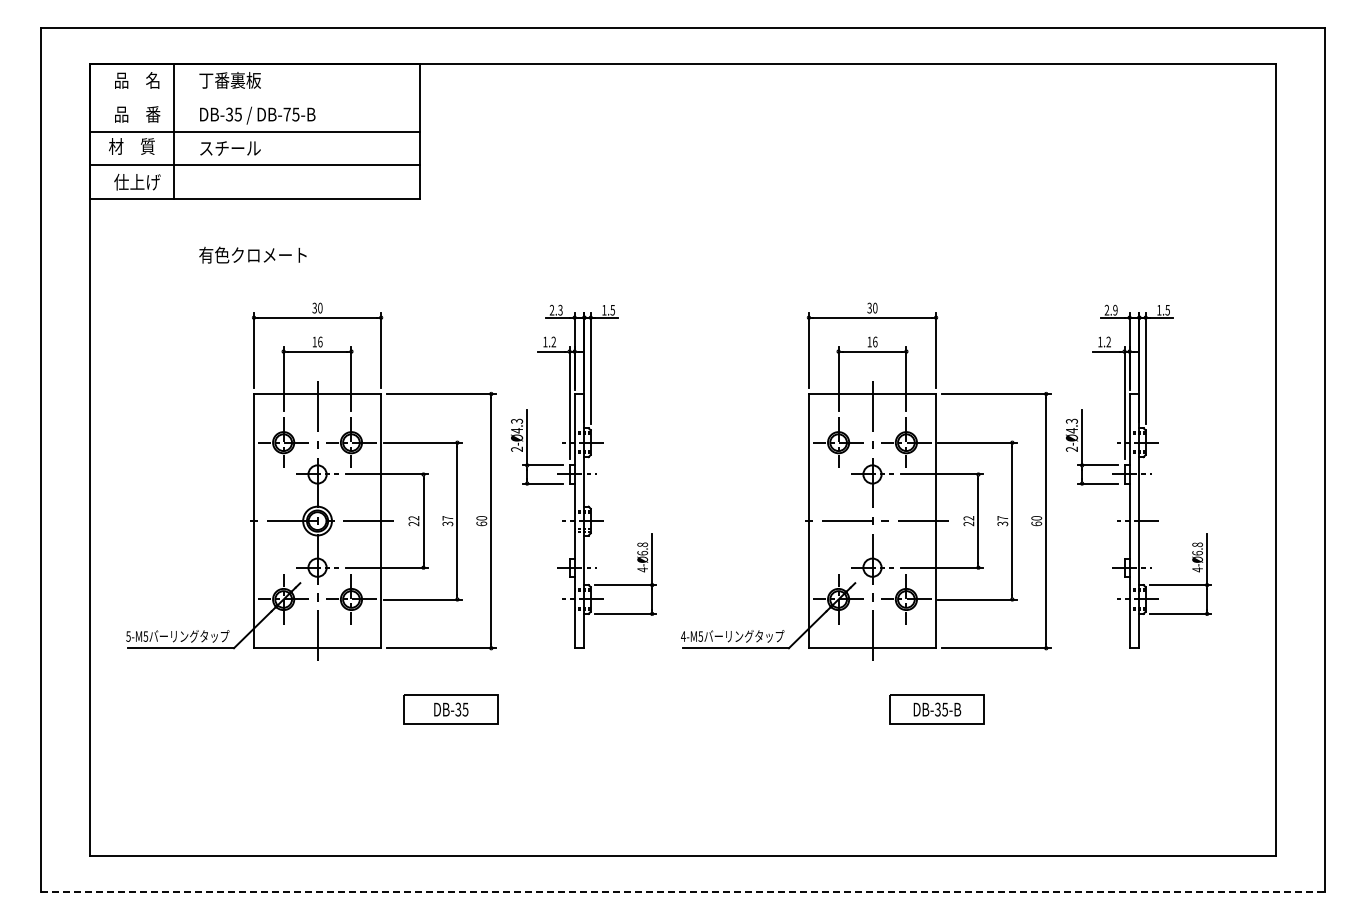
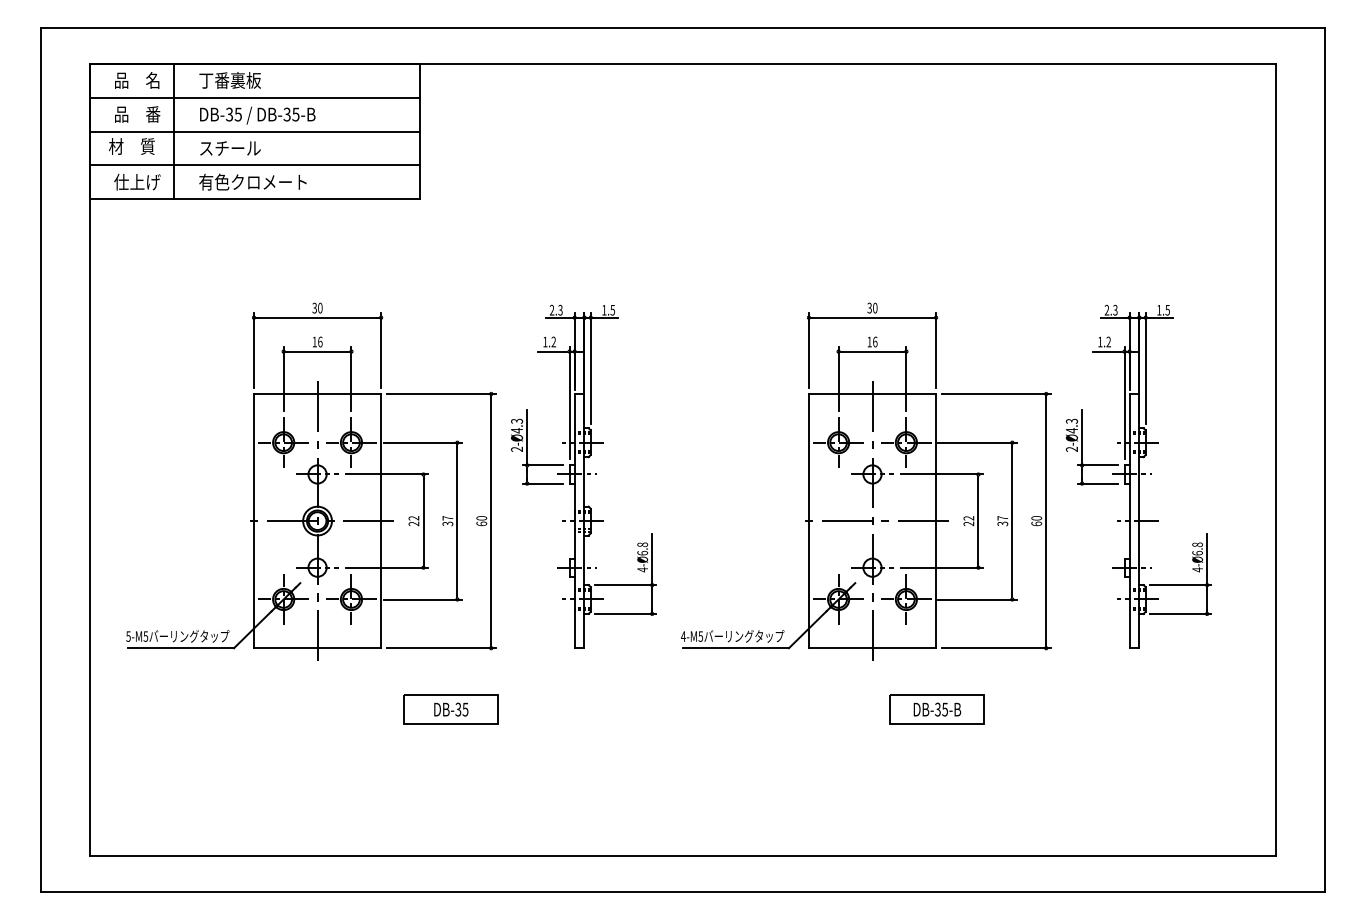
line at (254, 97): none -> present
text at (286, 114): DB-75-B -> DB-35-B
text at (252, 254) position: (252, 254) -> (252, 181)
text at (1115, 310): 2.9 -> 2.3
line at (683, 892): dashed -> solid
